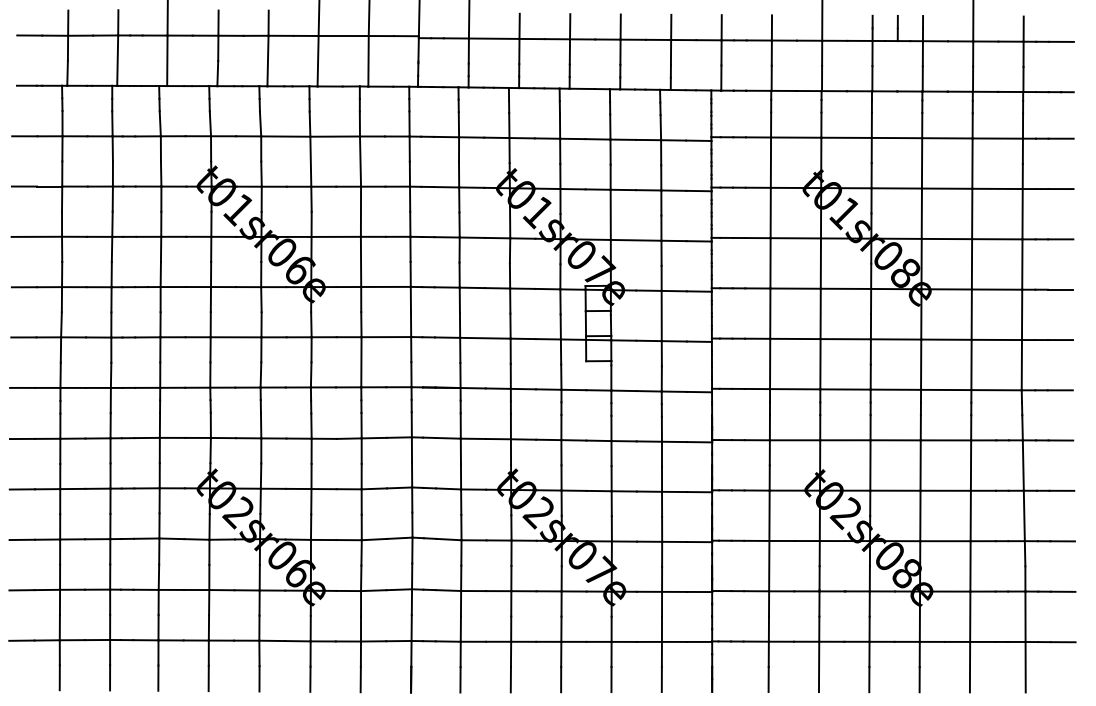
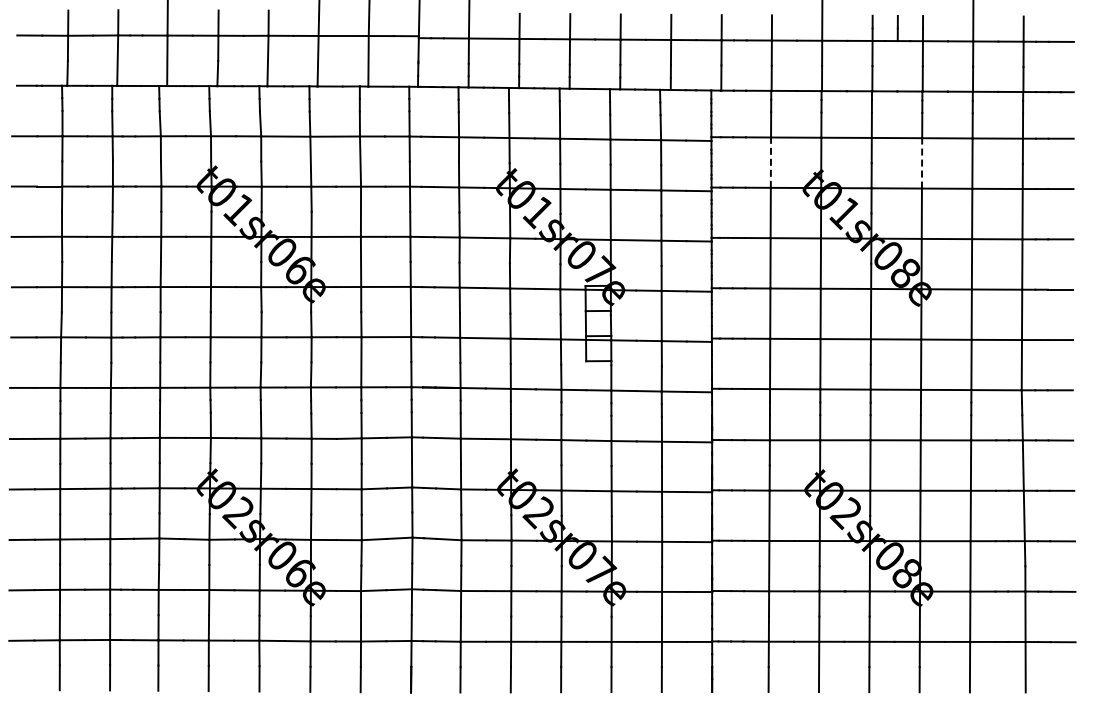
line at (770, 162): solid -> dashed
line at (922, 162): solid -> dashed
